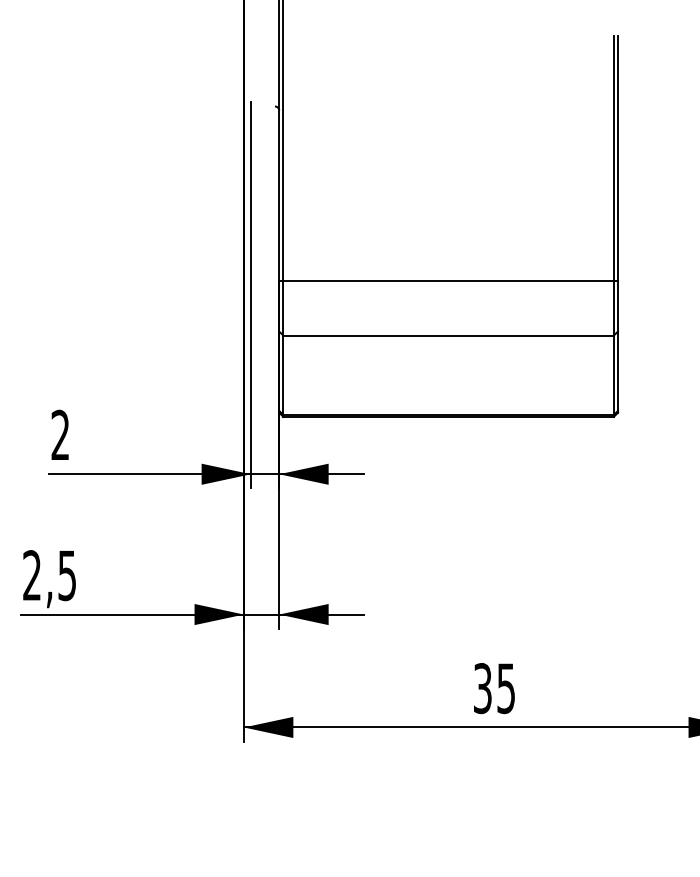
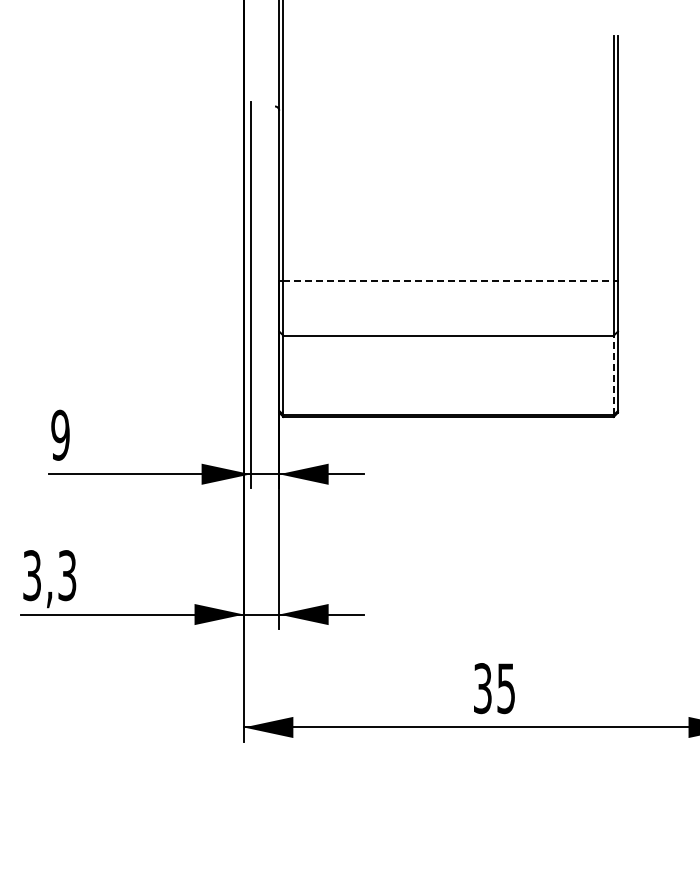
line at (449, 281): solid -> dashed
line at (613, 375): solid -> dashed
text at (60, 434): 2 -> 9
text at (49, 575): 2,5 -> 3,3
